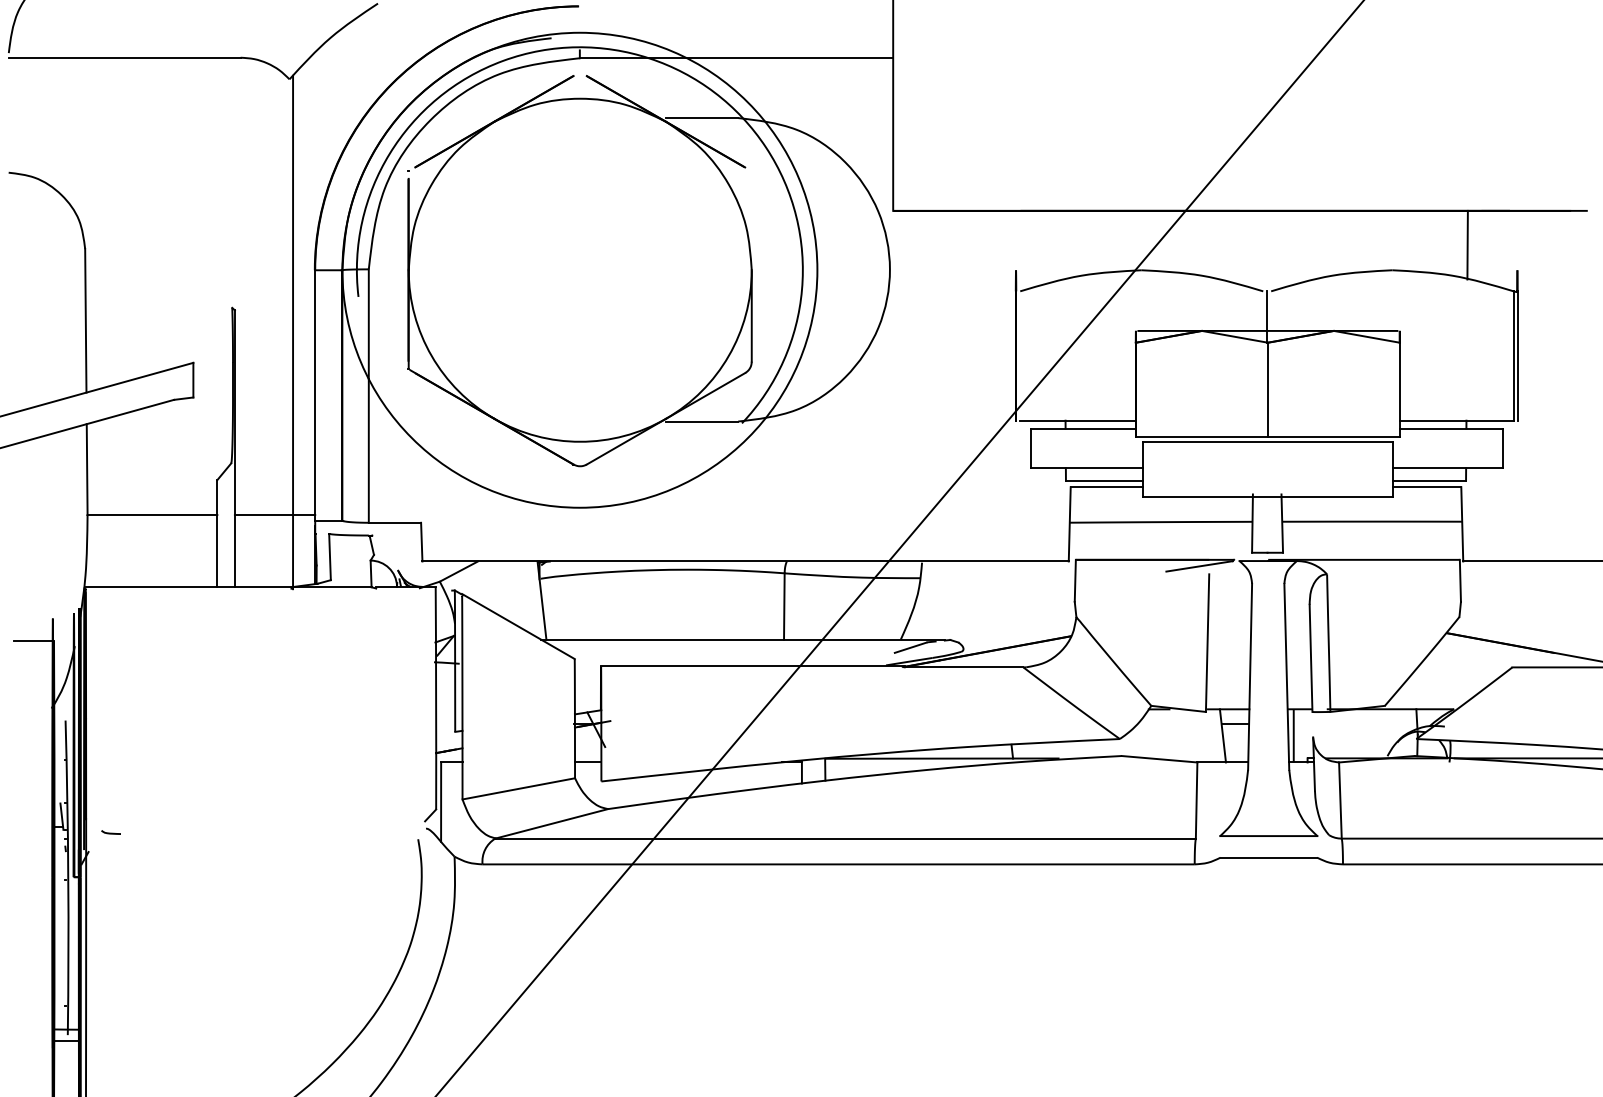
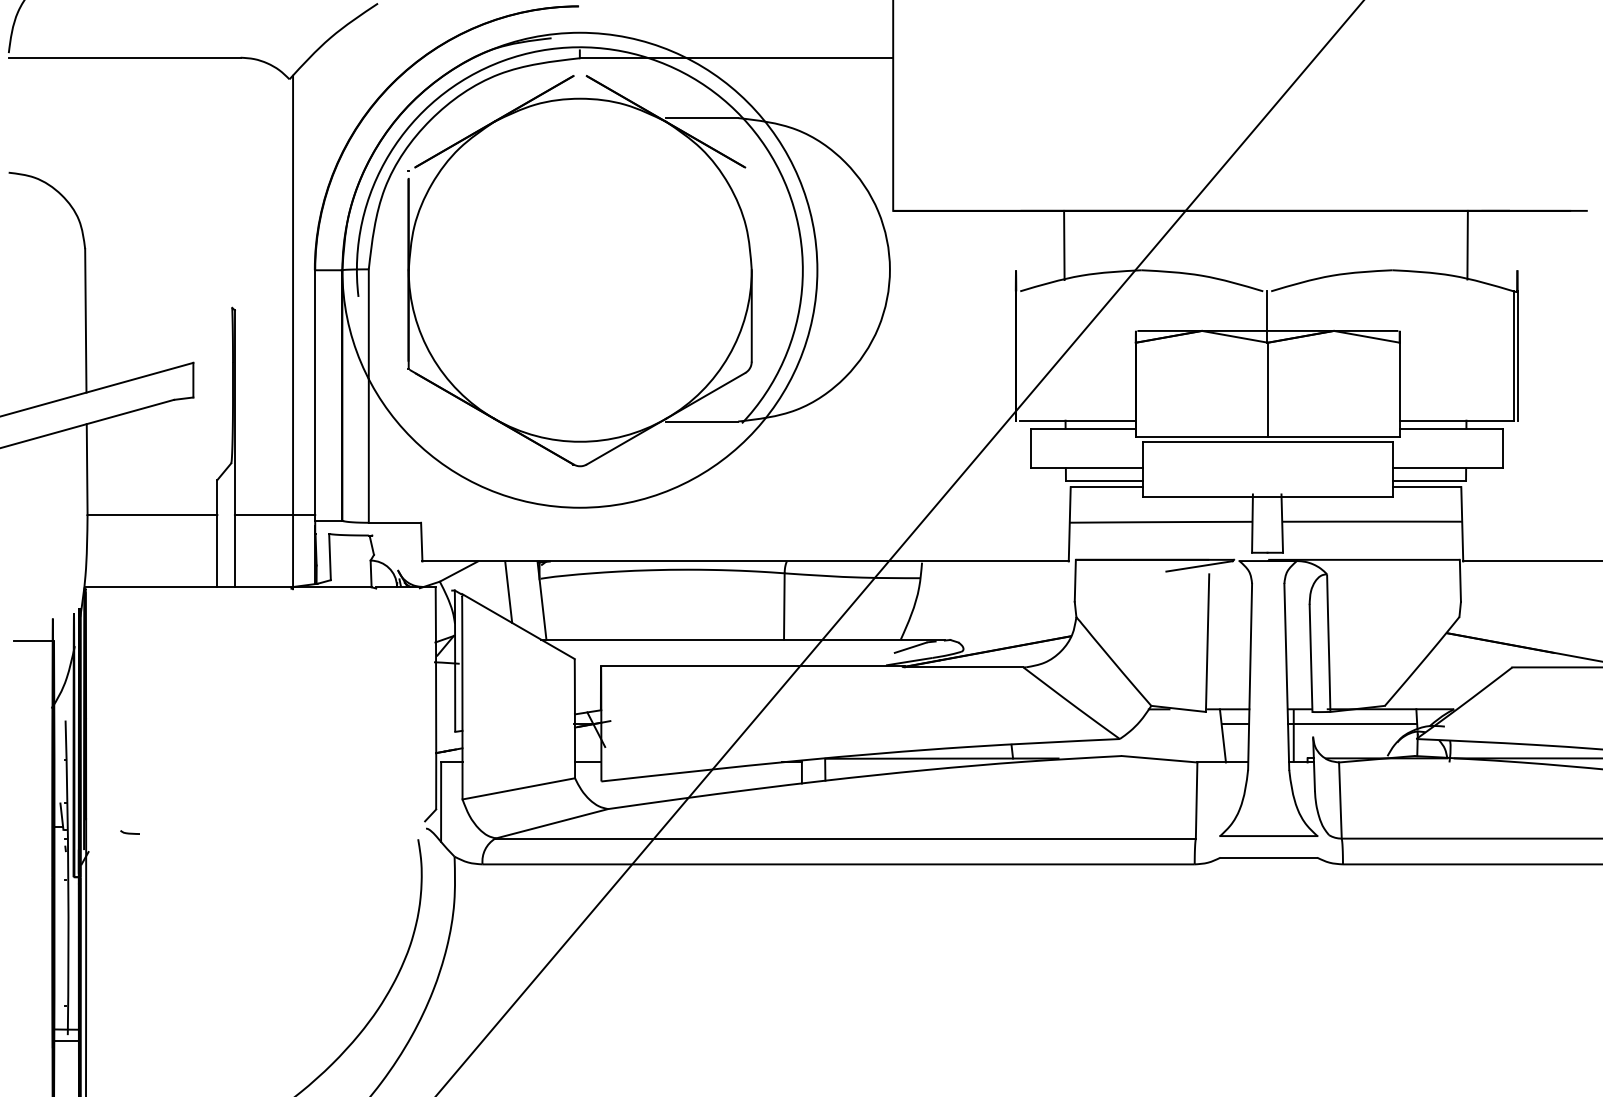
line at (1064, 245): none -> present
line at (508, 591): none -> present
line at (1352, 724): none -> present
curve at (110, 832) position: (110, 832) -> (129, 832)
